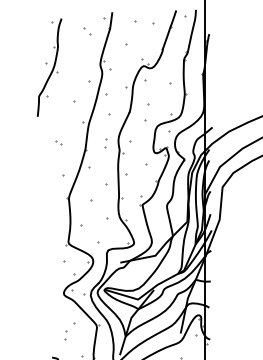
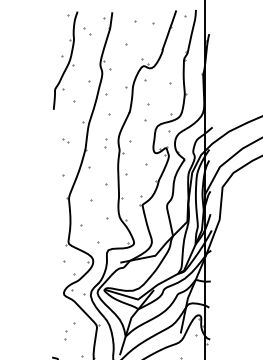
part at (49, 67) position: (49, 67) -> (65, 60)
part at (58, 142) position: (58, 142) -> (65, 140)
